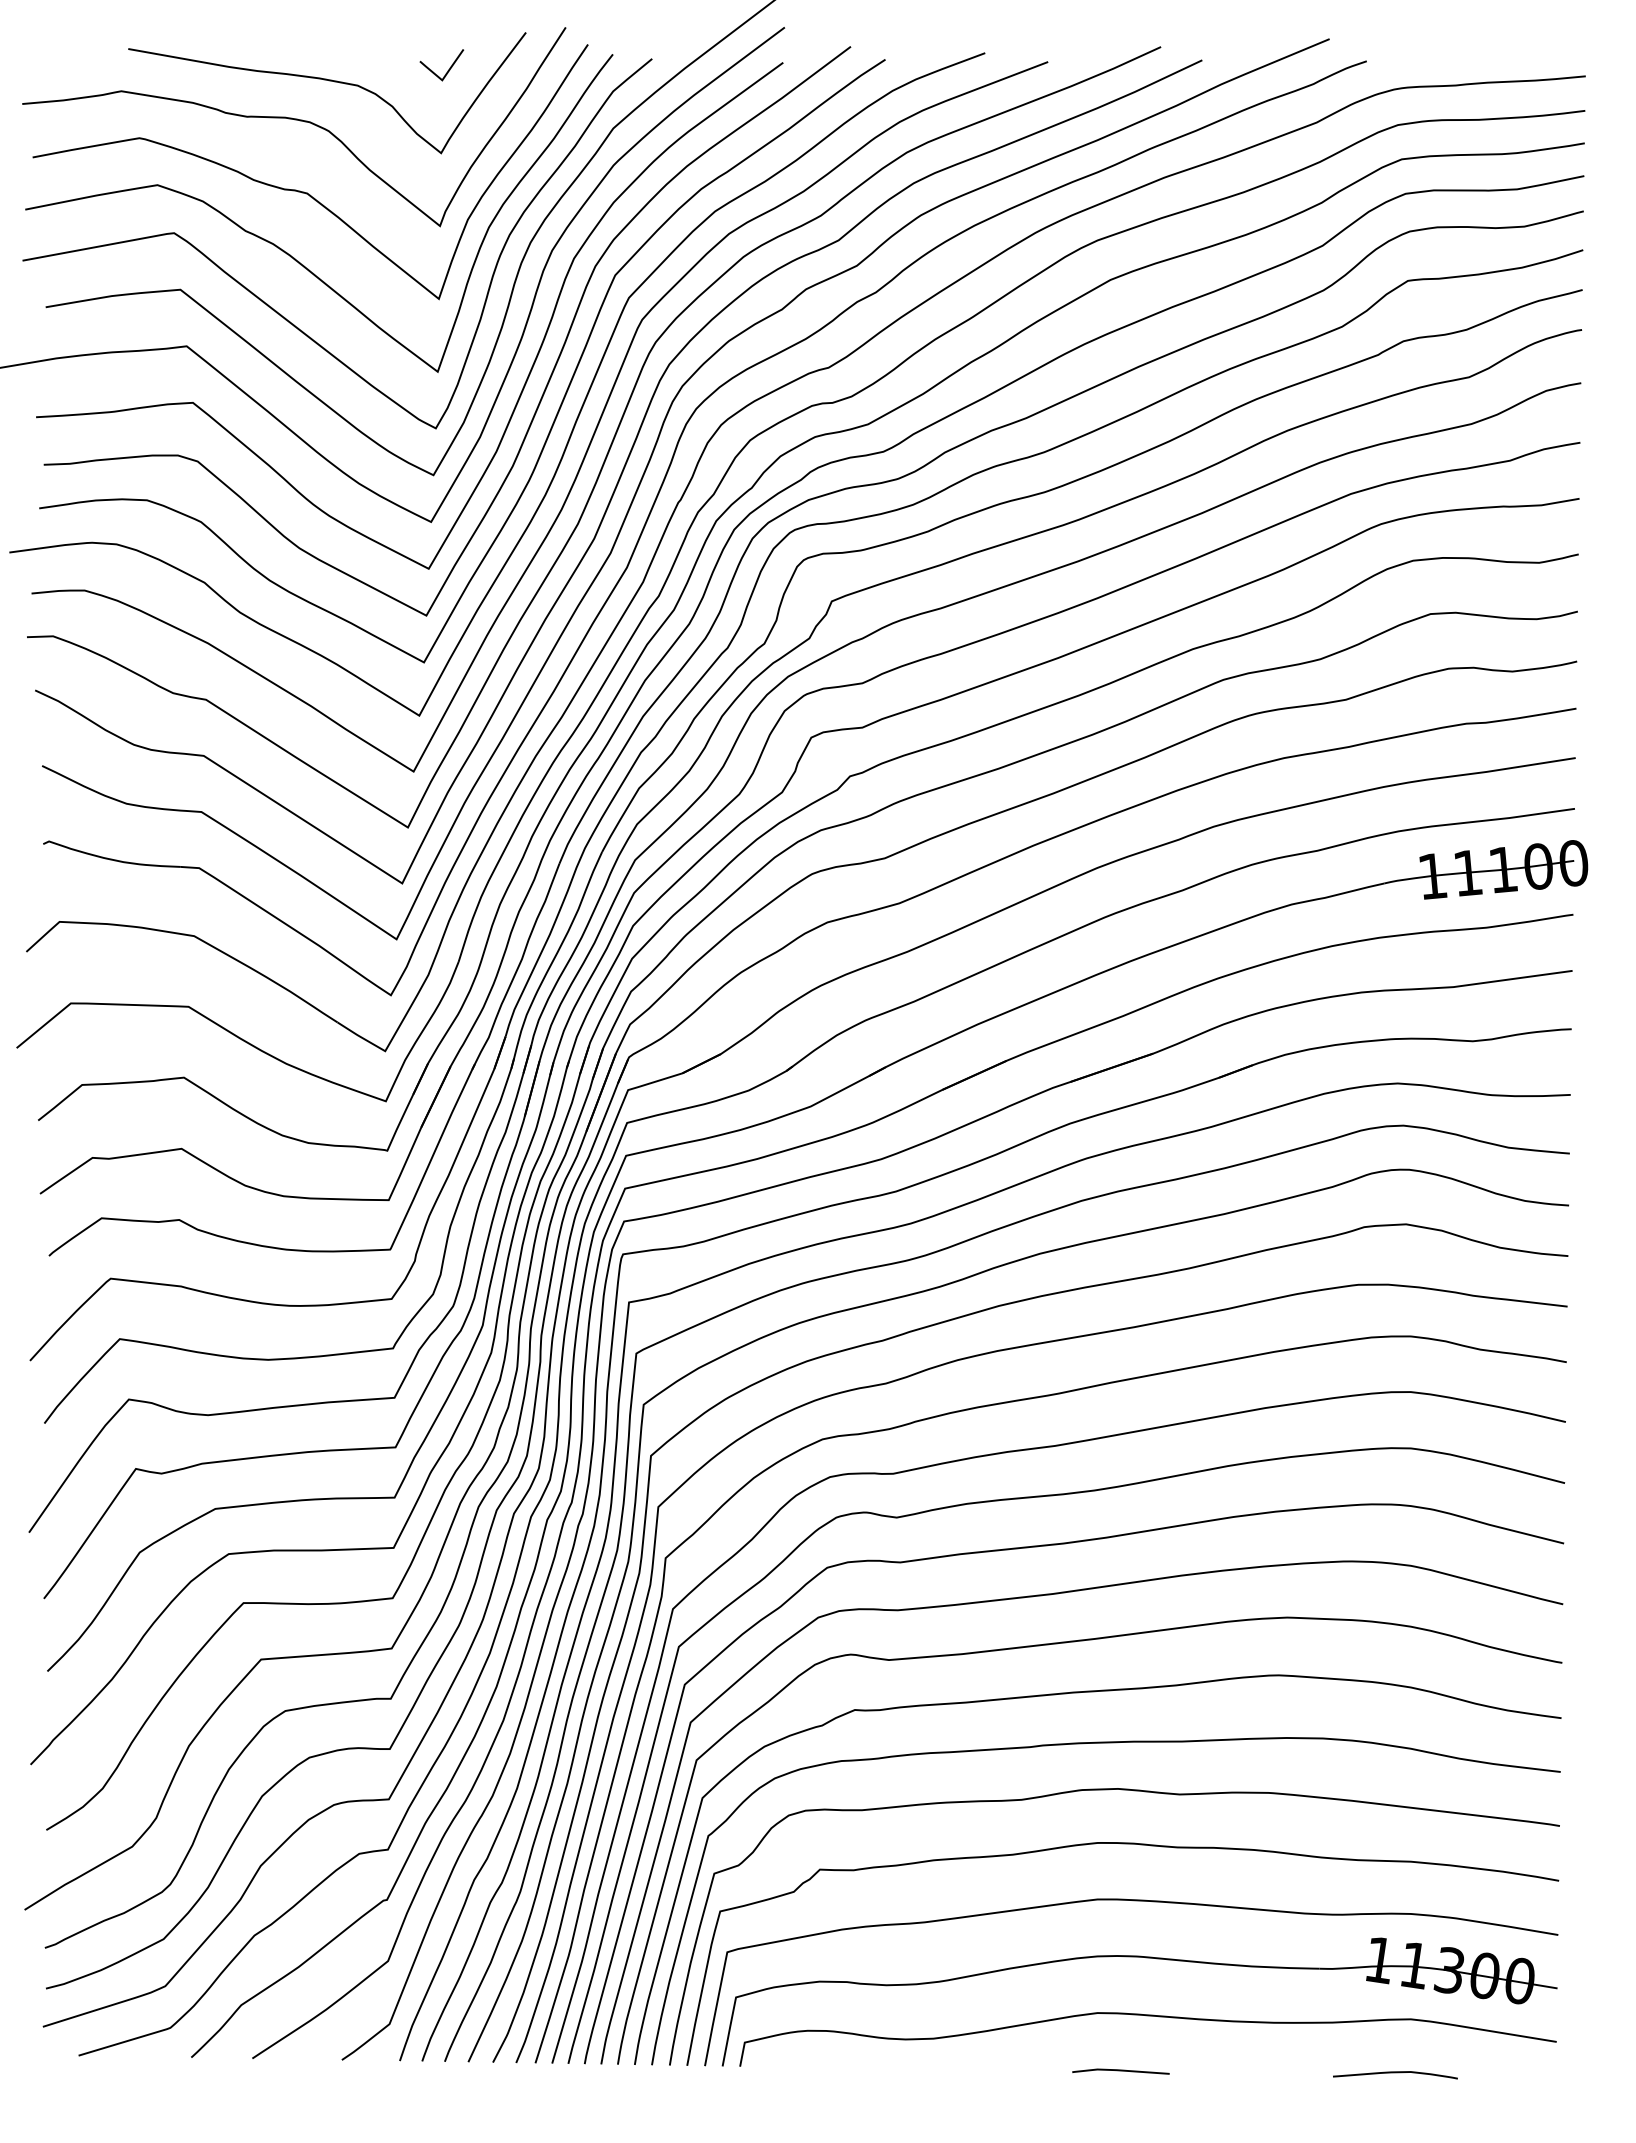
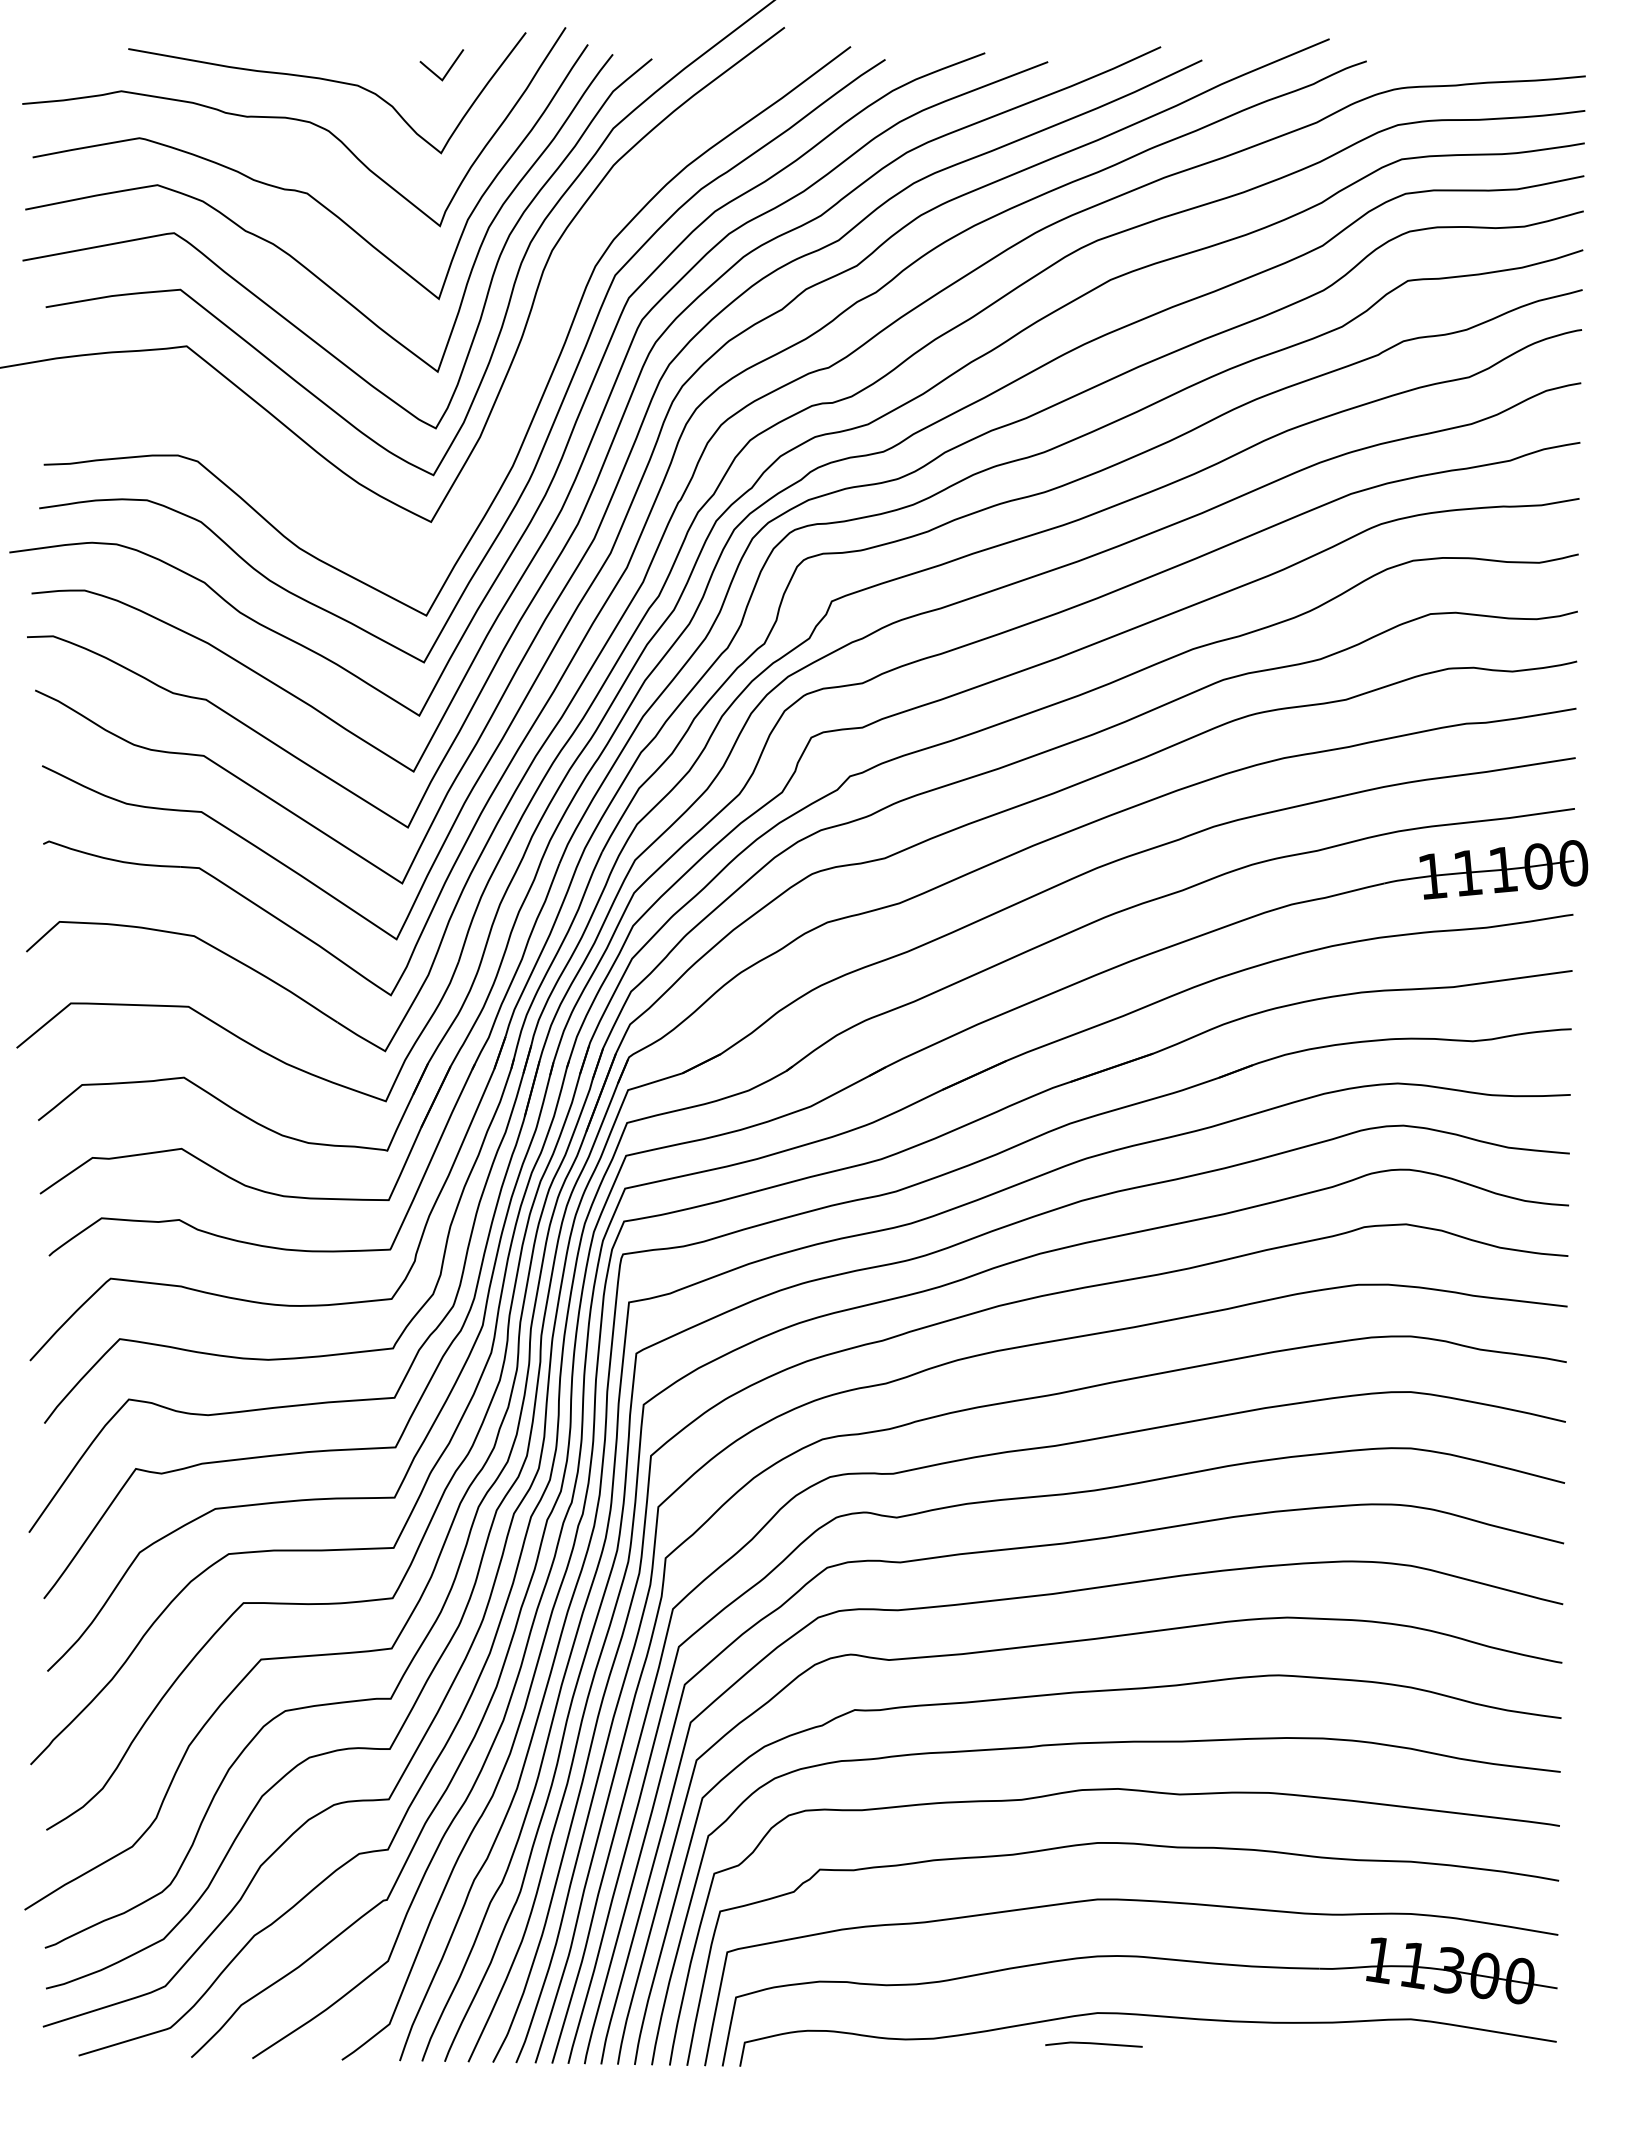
curve at (531, 366): present -> none
line at (1120, 2071) position: (1120, 2071) -> (1093, 2044)
curve at (1395, 2073): present -> none
